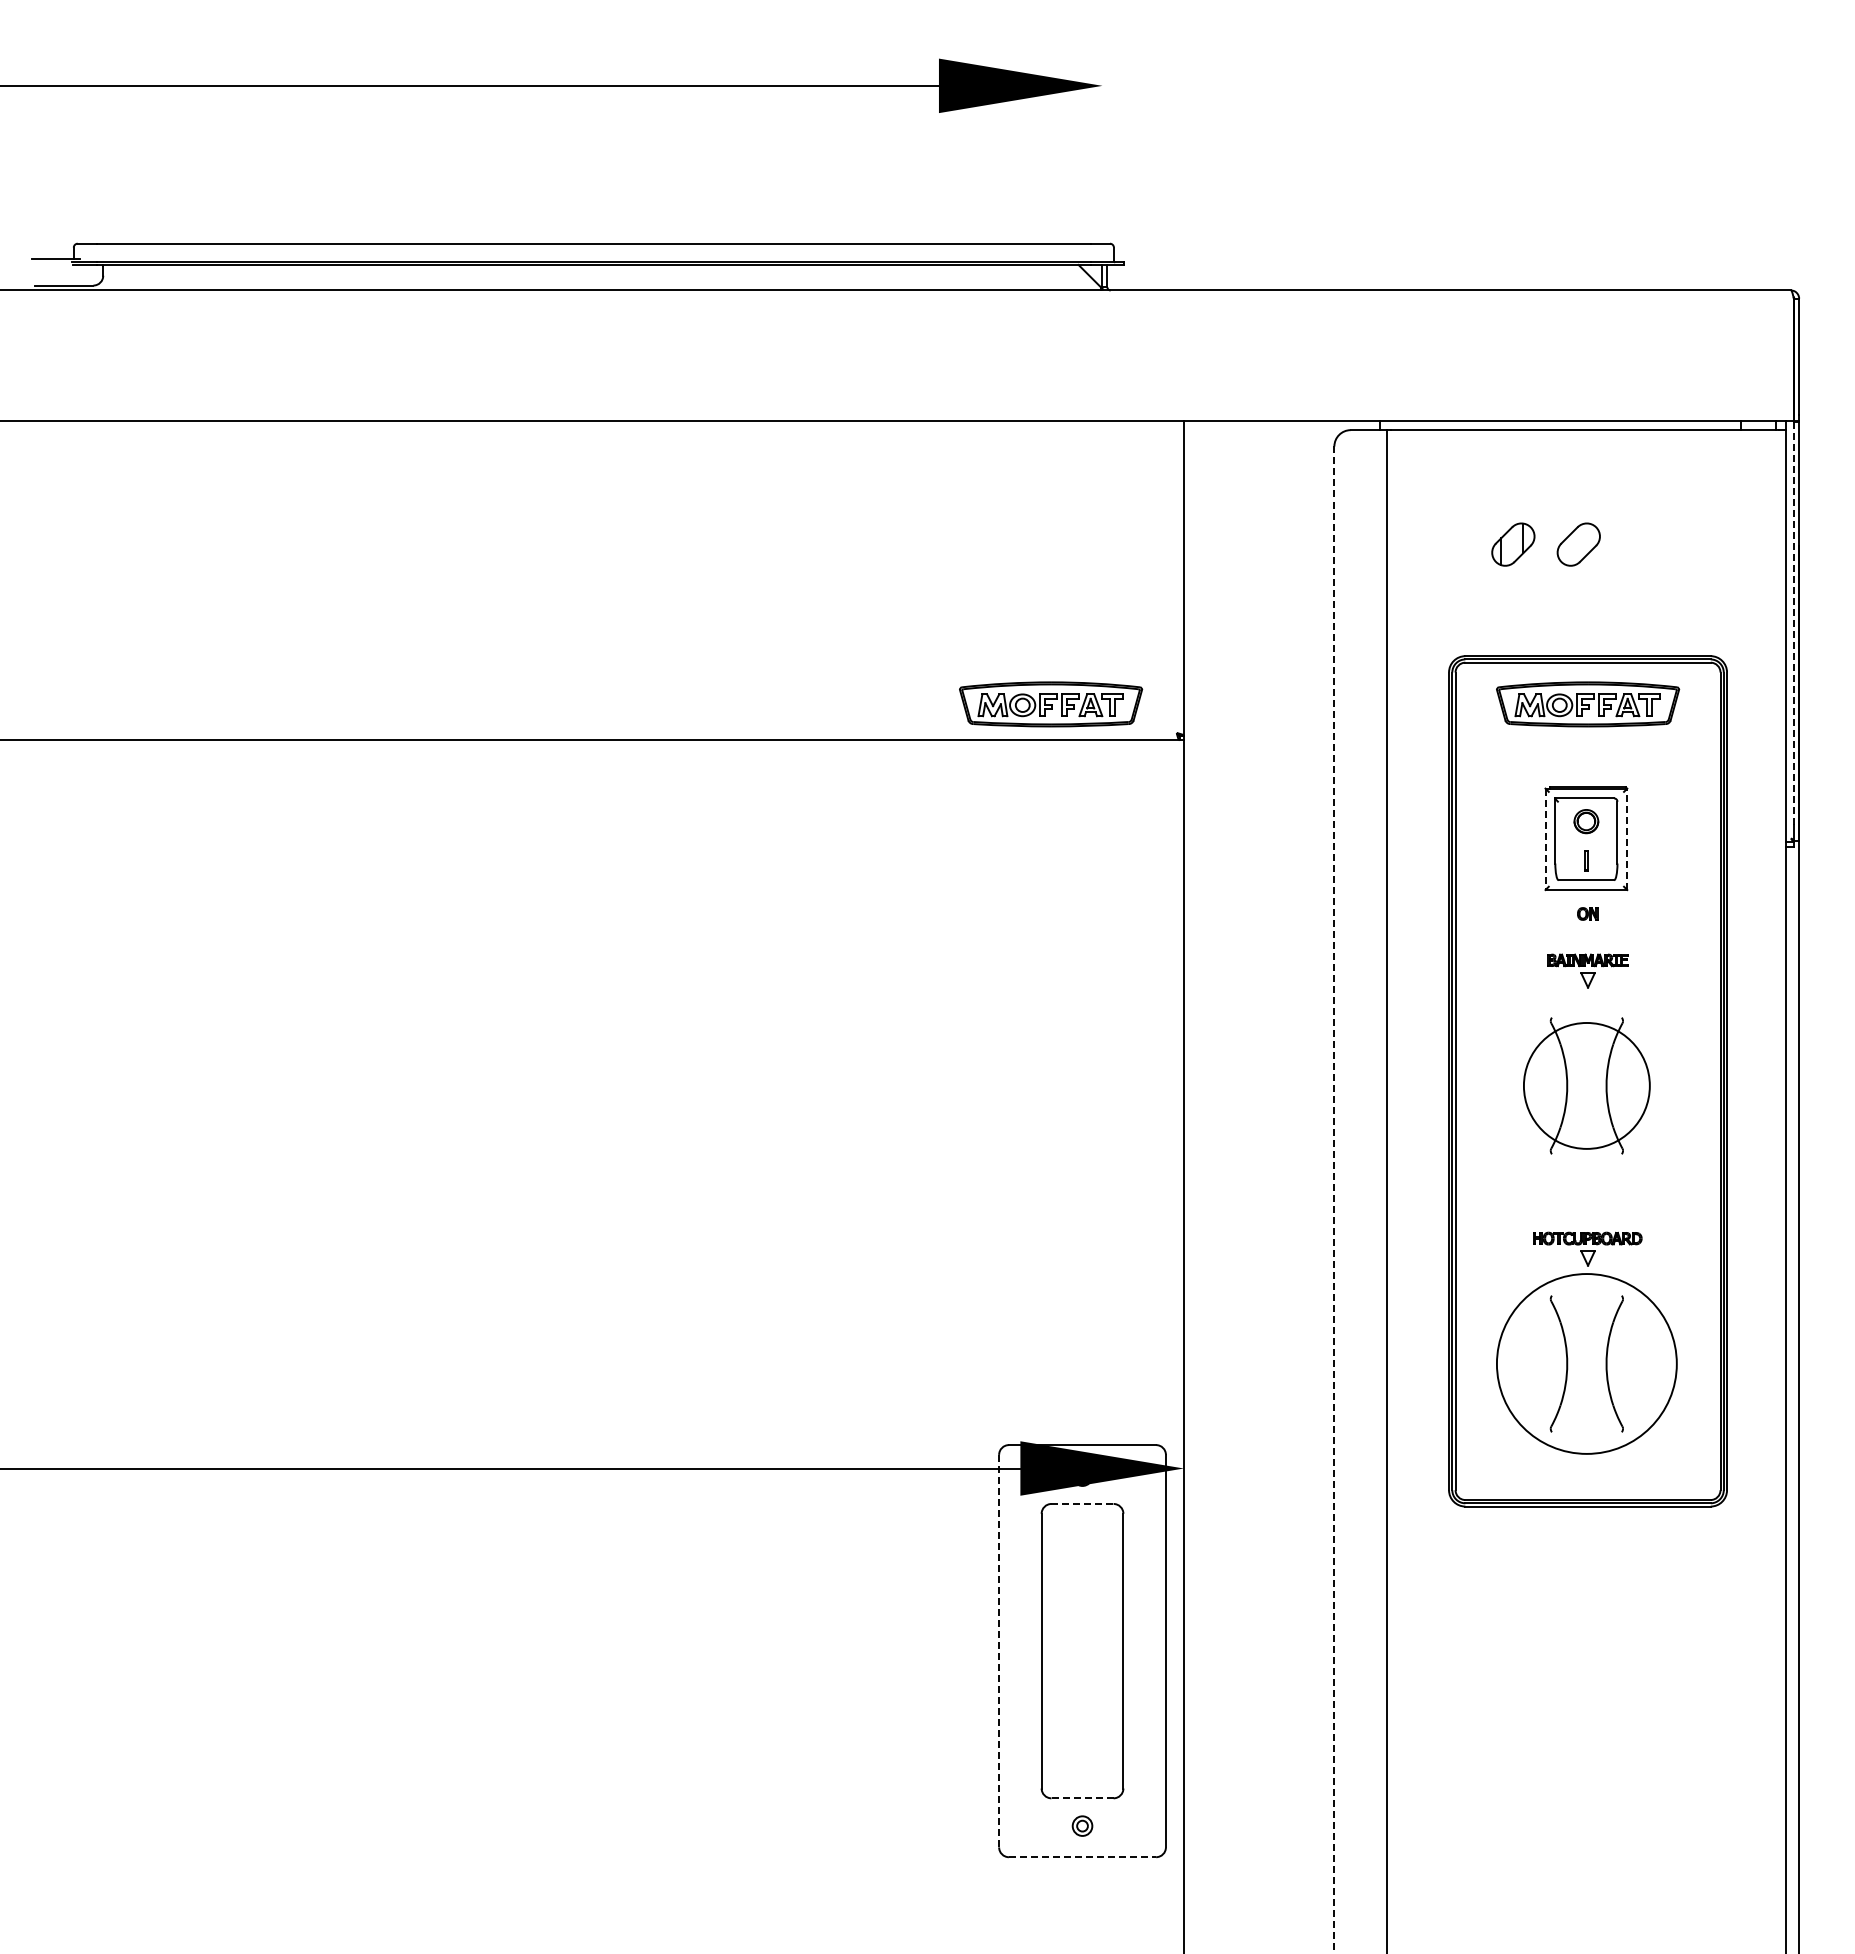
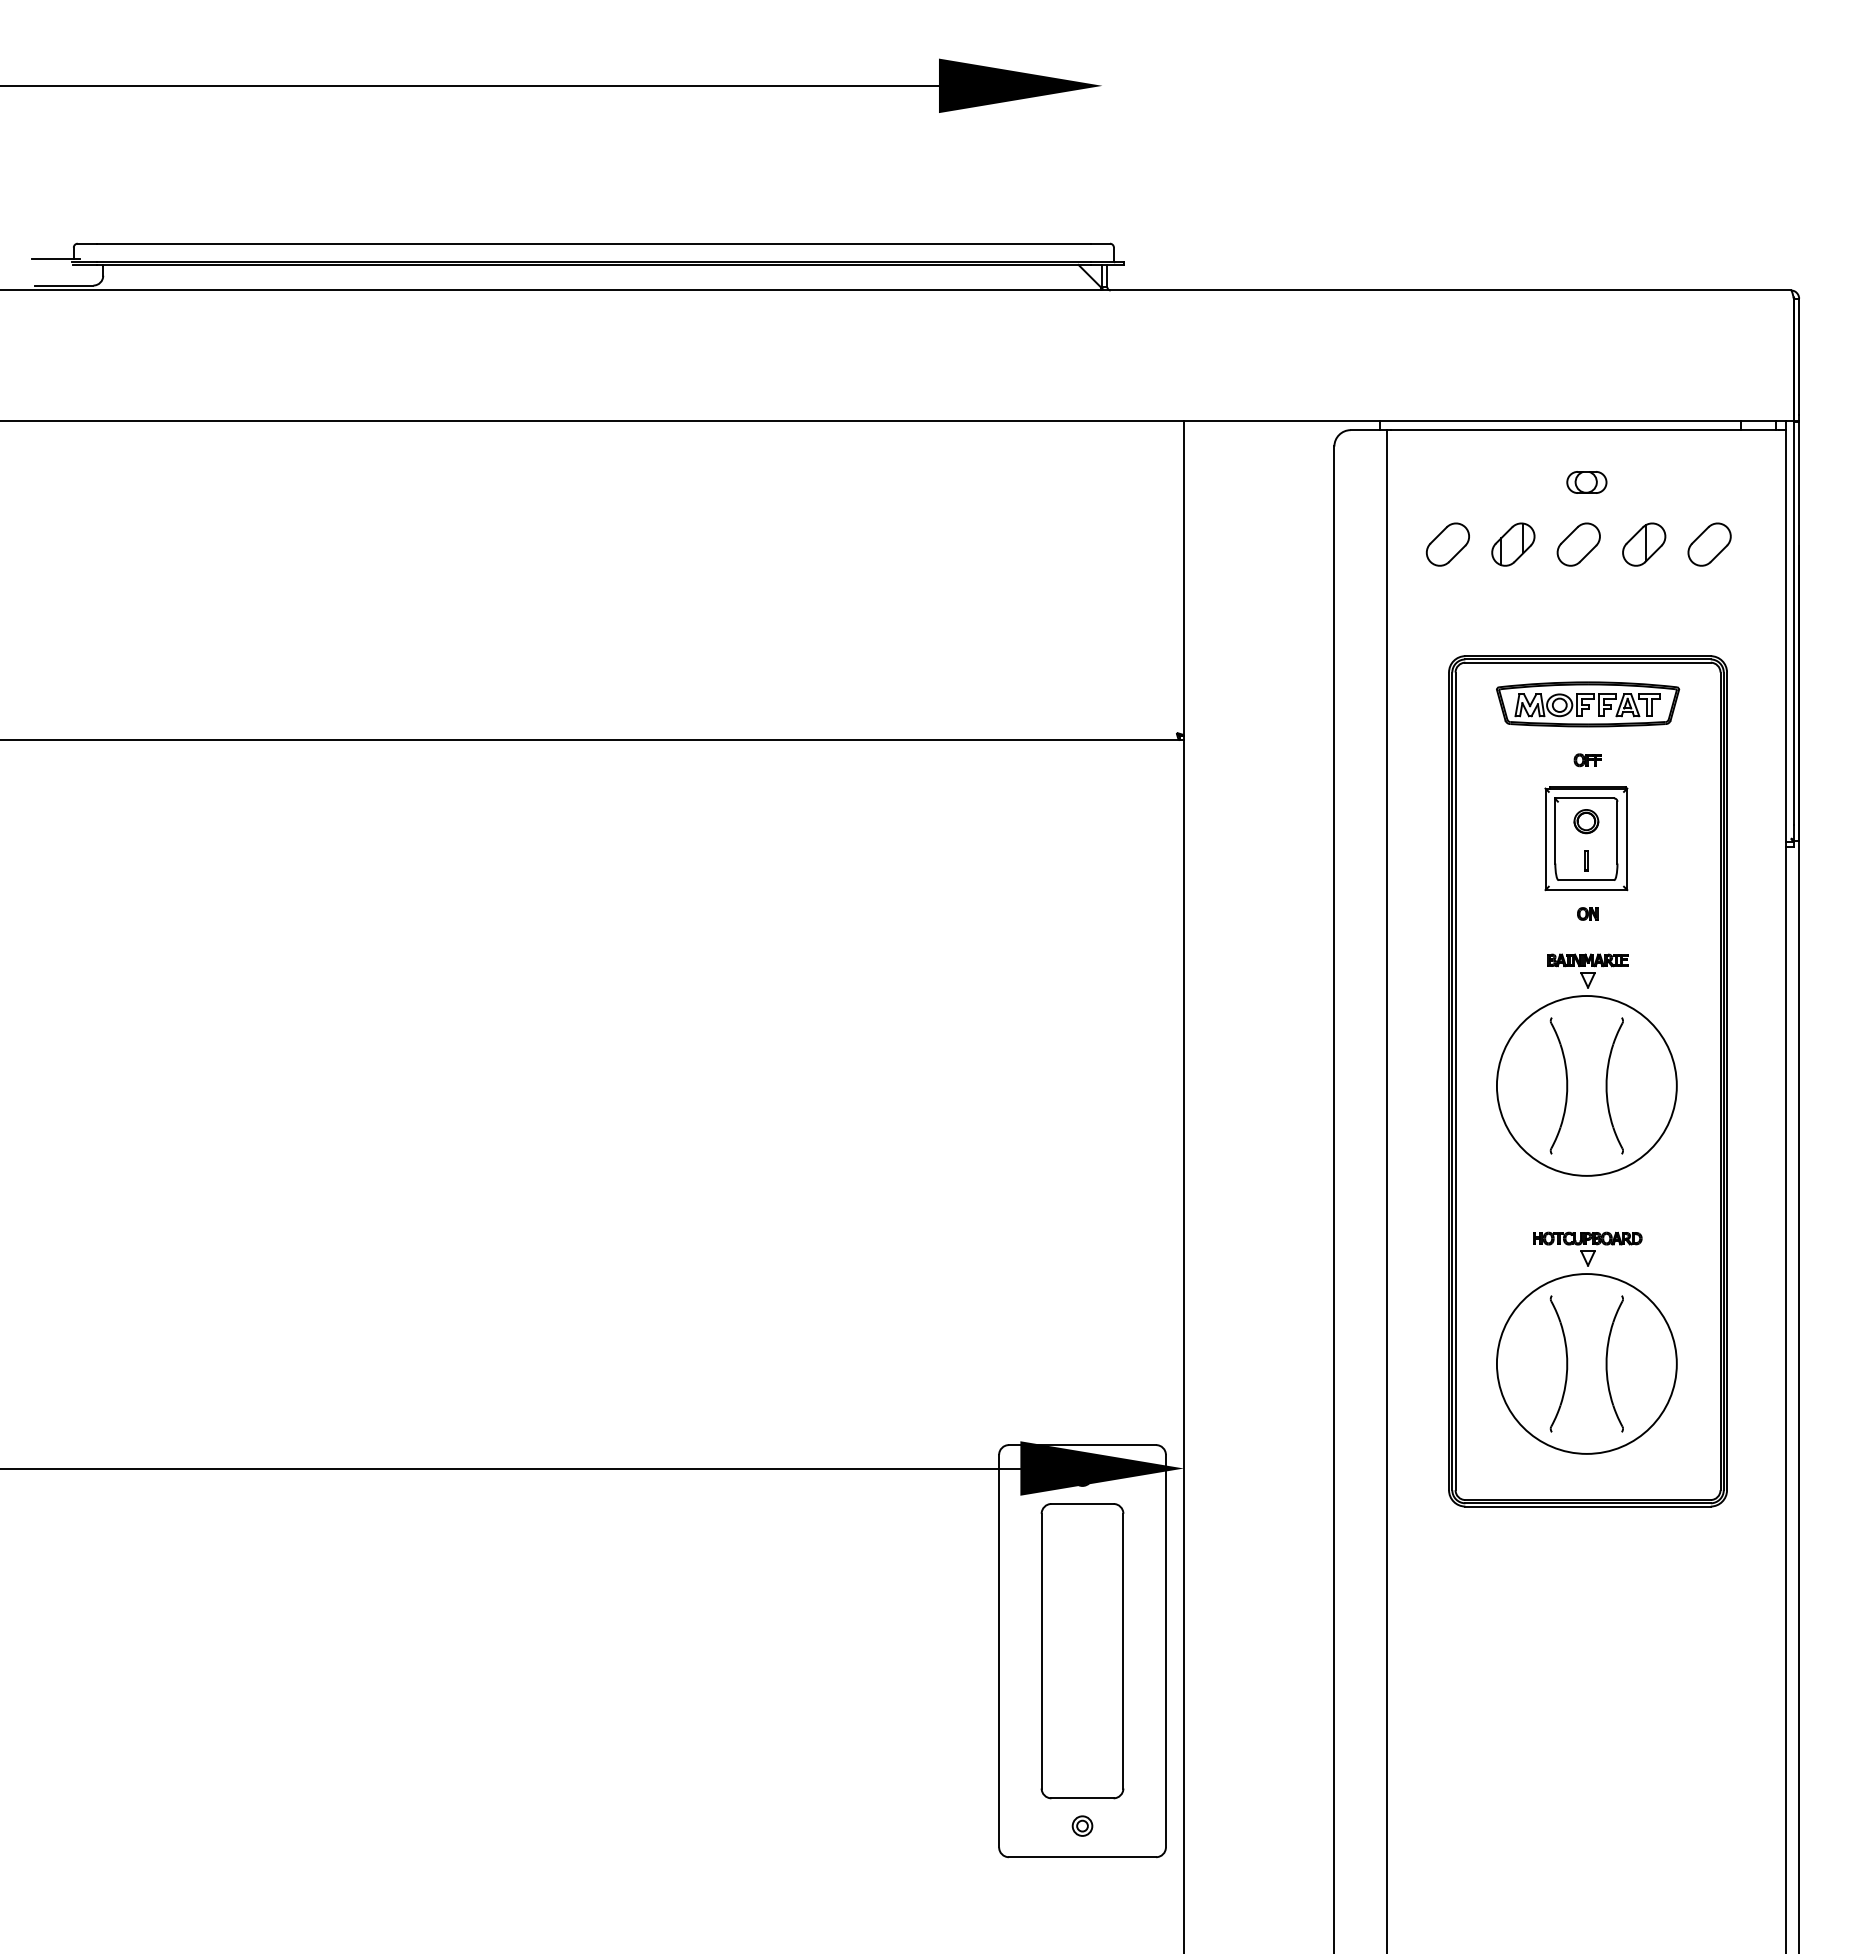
part at (1586, 482): none -> present
part at (1447, 544): none -> present
part at (1644, 544): none -> present
part at (1709, 544): none -> present
line at (1794, 623): dashed -> solid
part at (1051, 704): present -> none
part at (1587, 760): none -> present
line at (1545, 839): dashed -> solid
line at (1627, 839): dashed -> solid
circle at (1586, 1085) diameter: 126 px -> 180 px
line at (1334, 1200): dashed -> solid
line at (1083, 1503): dashed -> solid
line at (999, 1651): dashed -> solid
line at (1082, 1798): dashed -> solid
line at (1082, 1857): dashed -> solid
